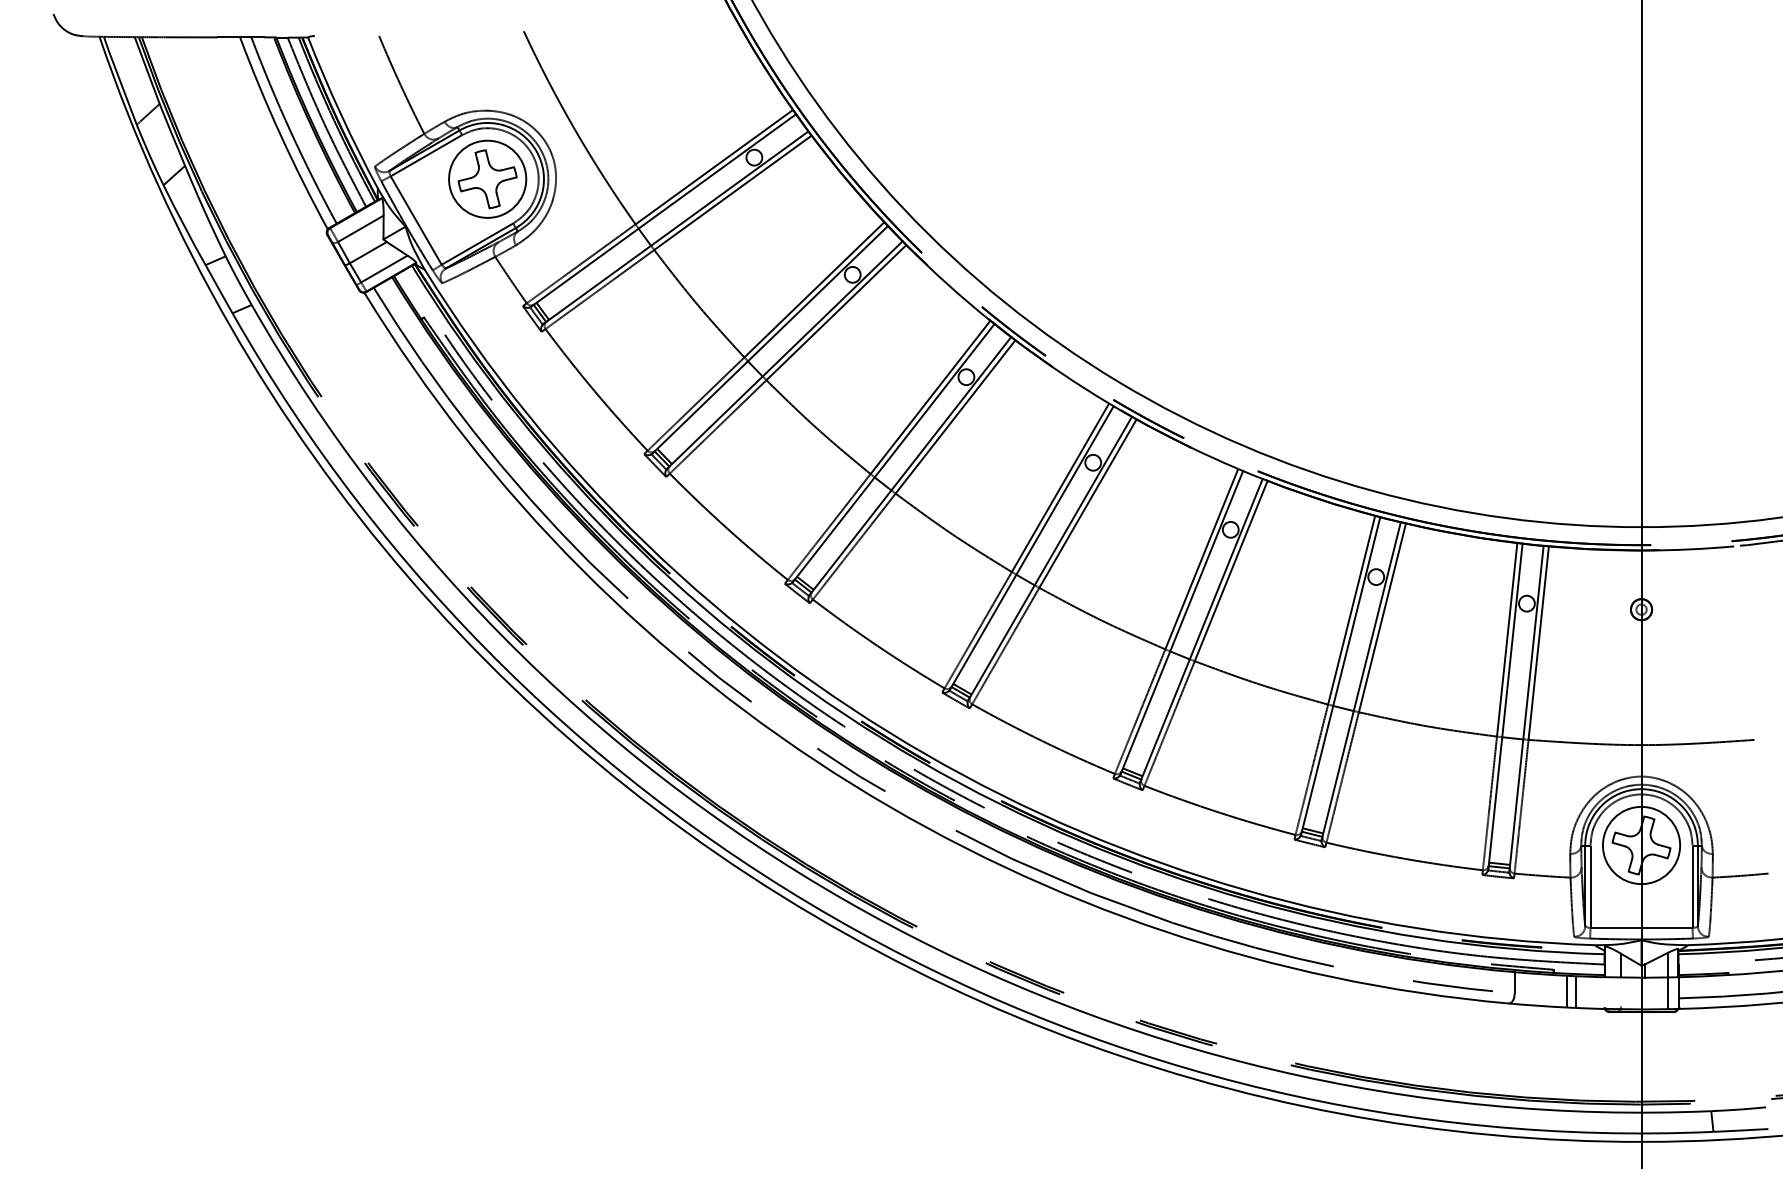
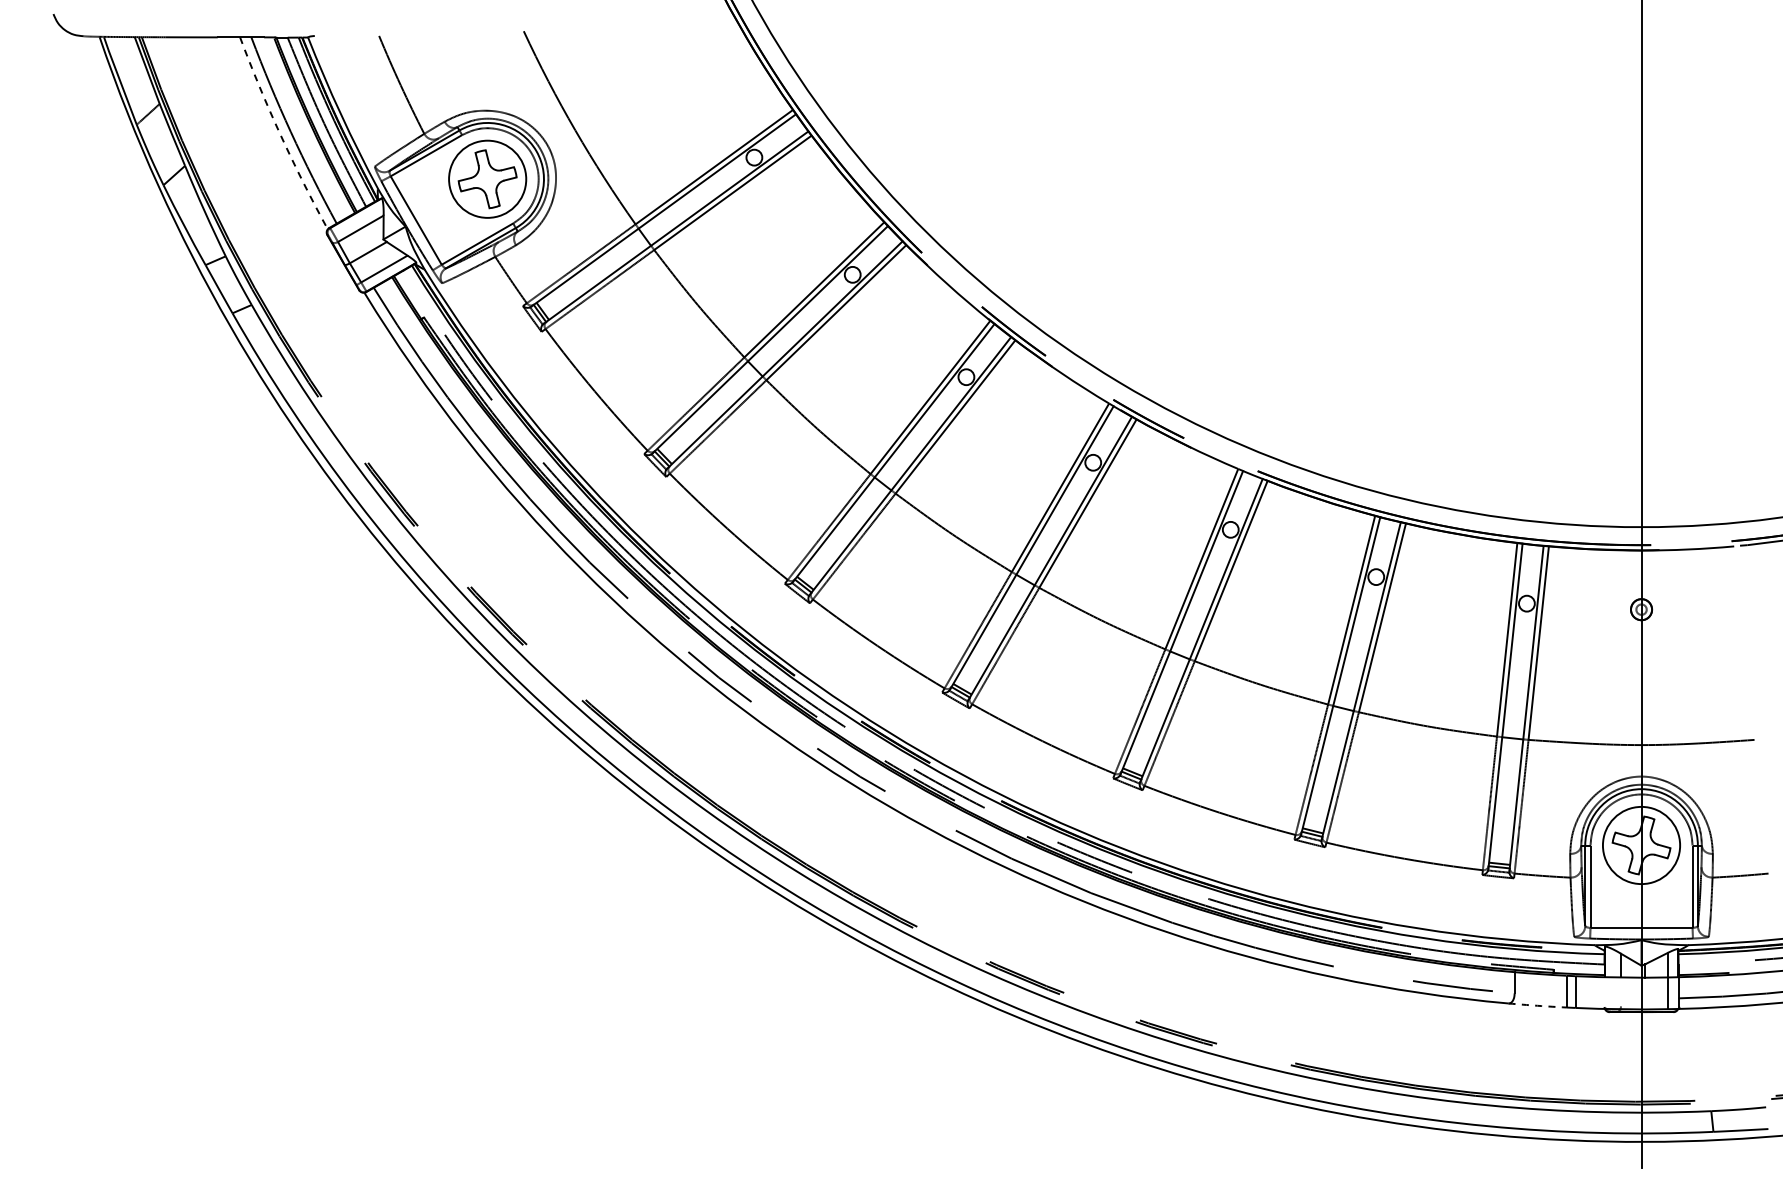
arc at (280, 135): solid -> dashed
arc at (1537, 1005): solid -> dashed
